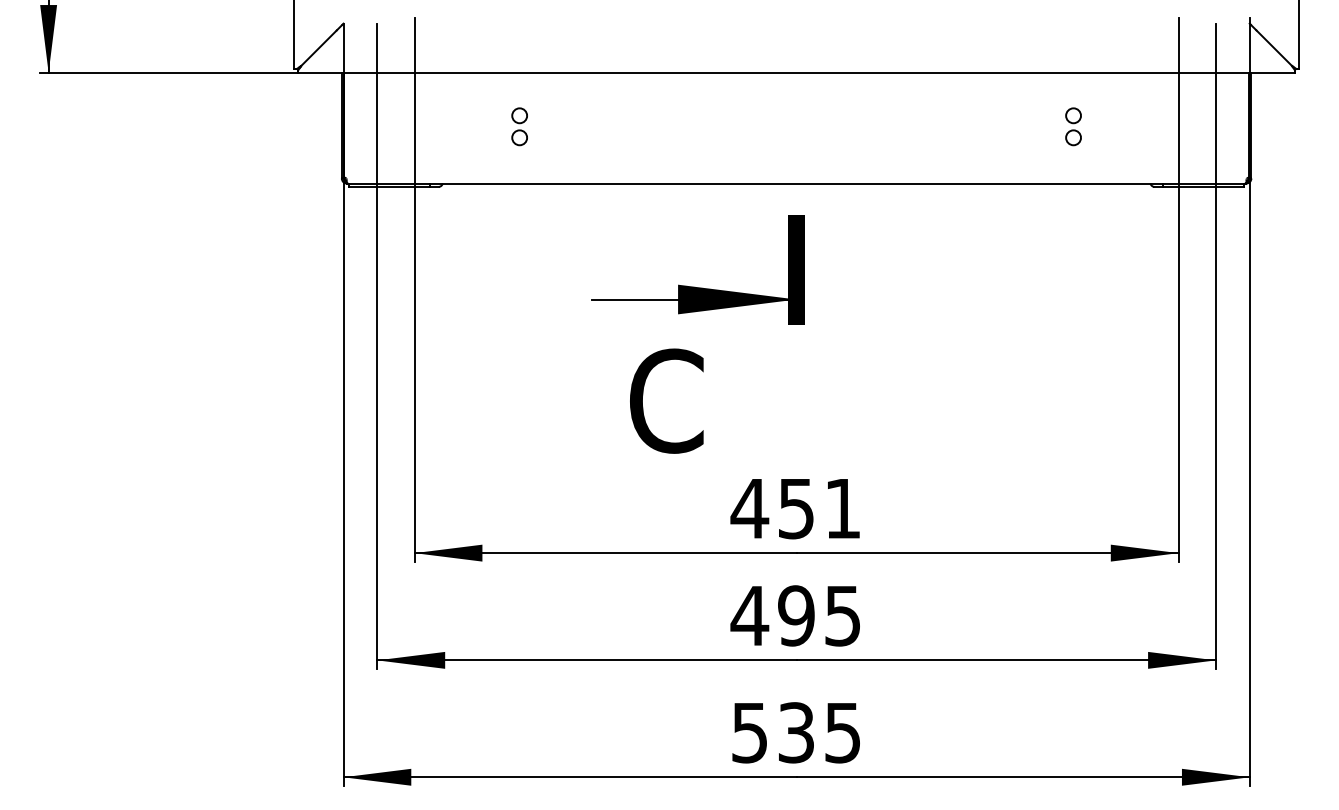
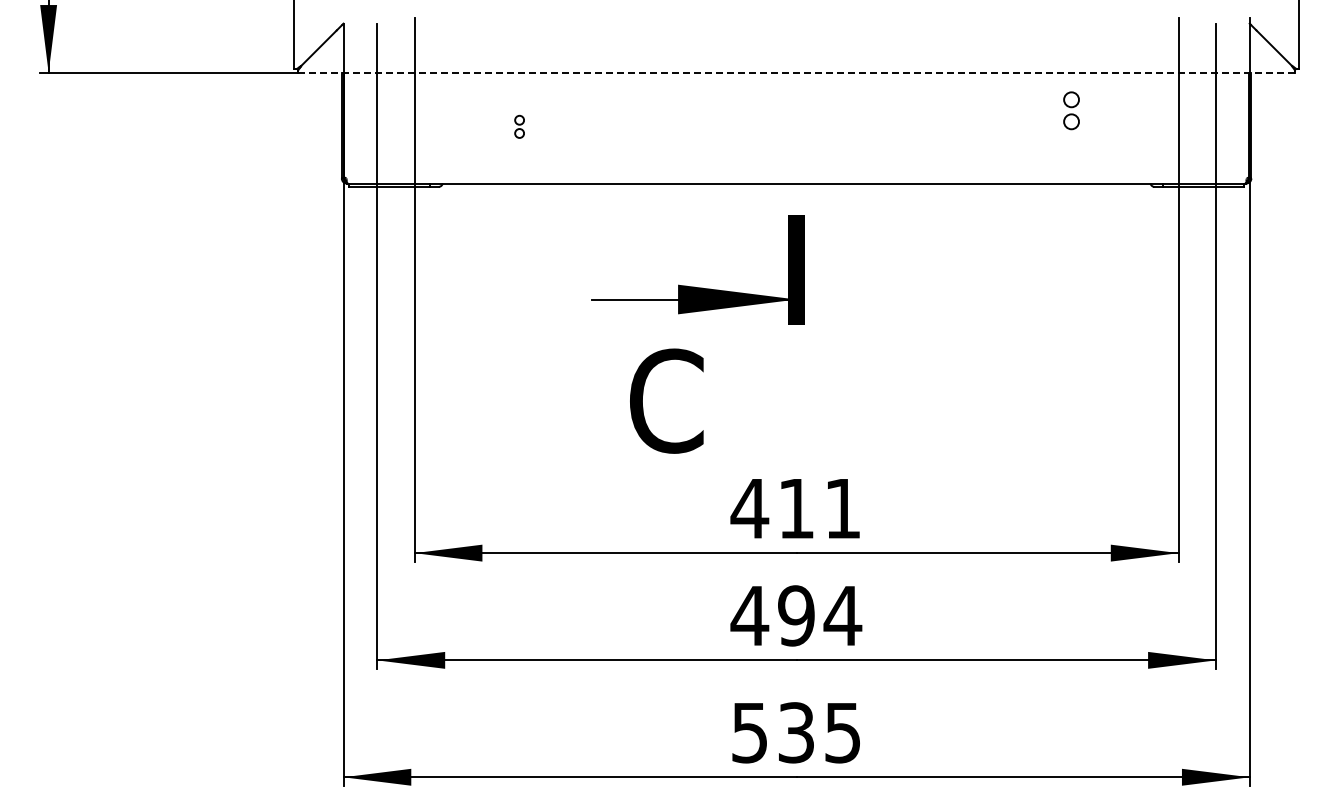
line at (796, 72): solid -> dashed
part at (519, 126) size: 17x40 px -> 11x25 px
part at (1073, 126) position: (1073, 126) -> (1071, 110)
text at (796, 509): 451 -> 411
text at (842, 616): 495 -> 494
